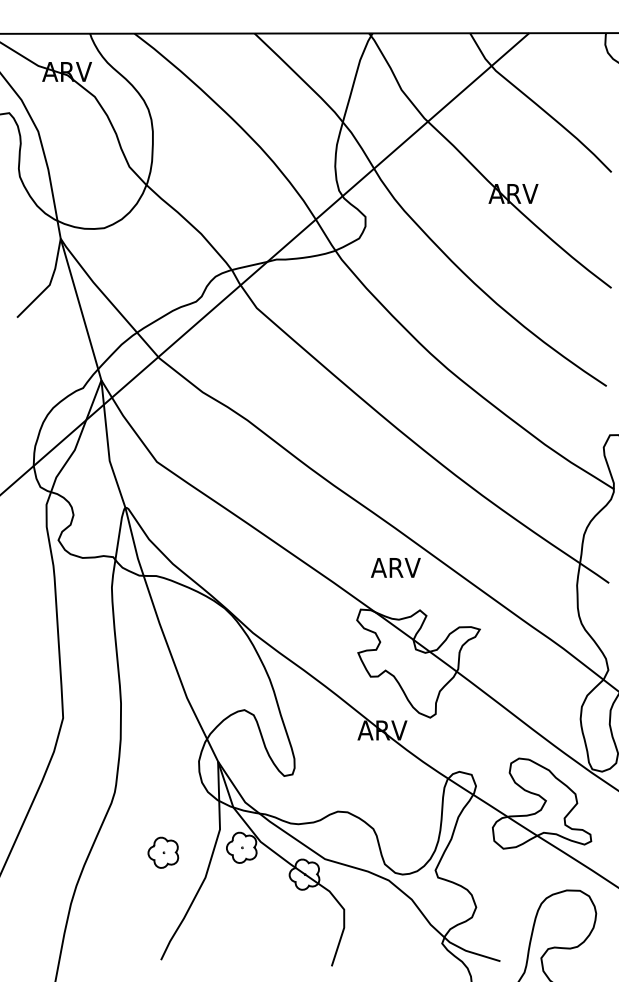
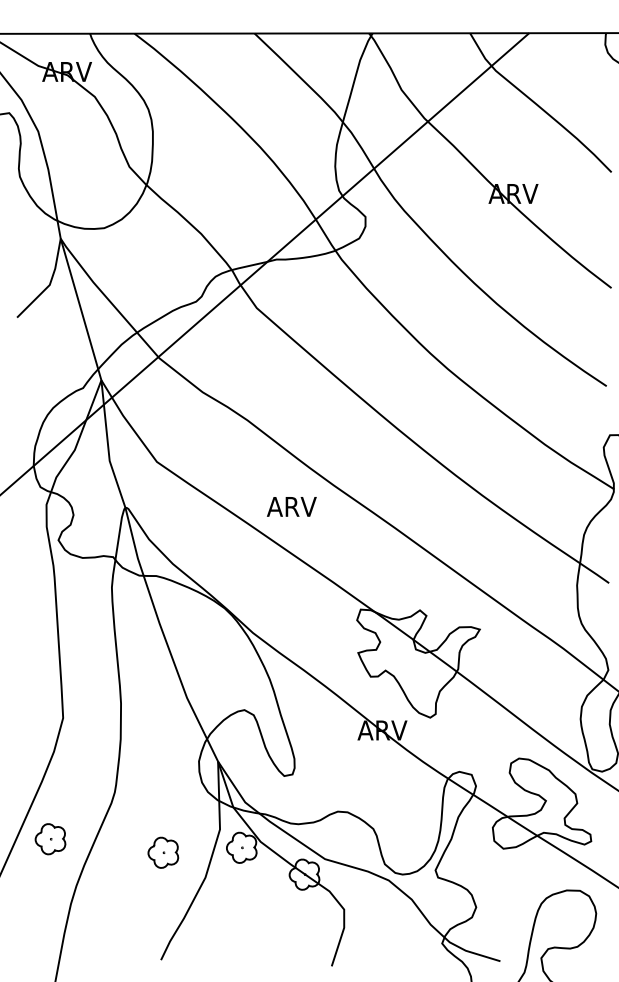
text at (395, 567) position: (395, 567) -> (291, 506)
part at (50, 839): none -> present
